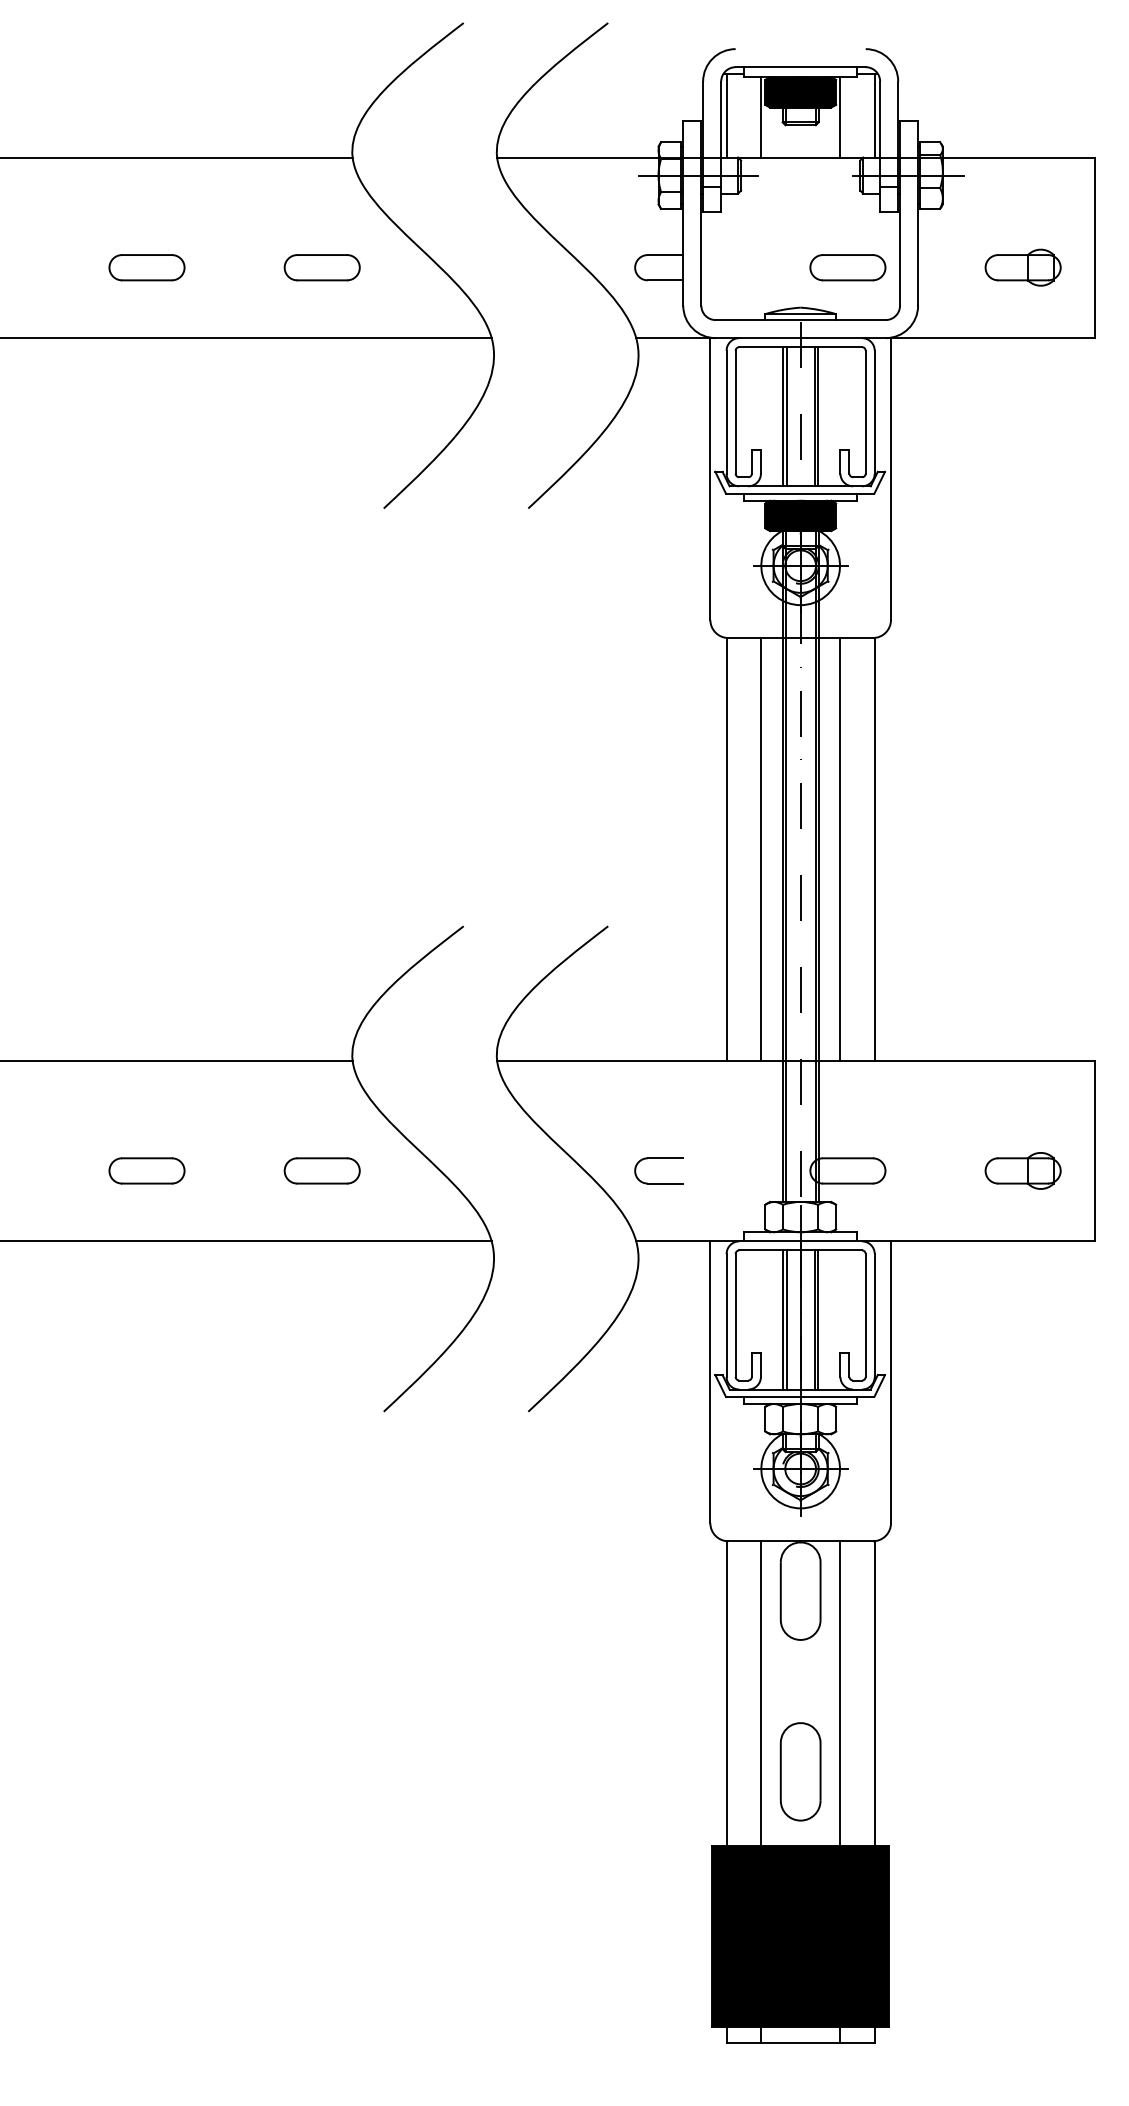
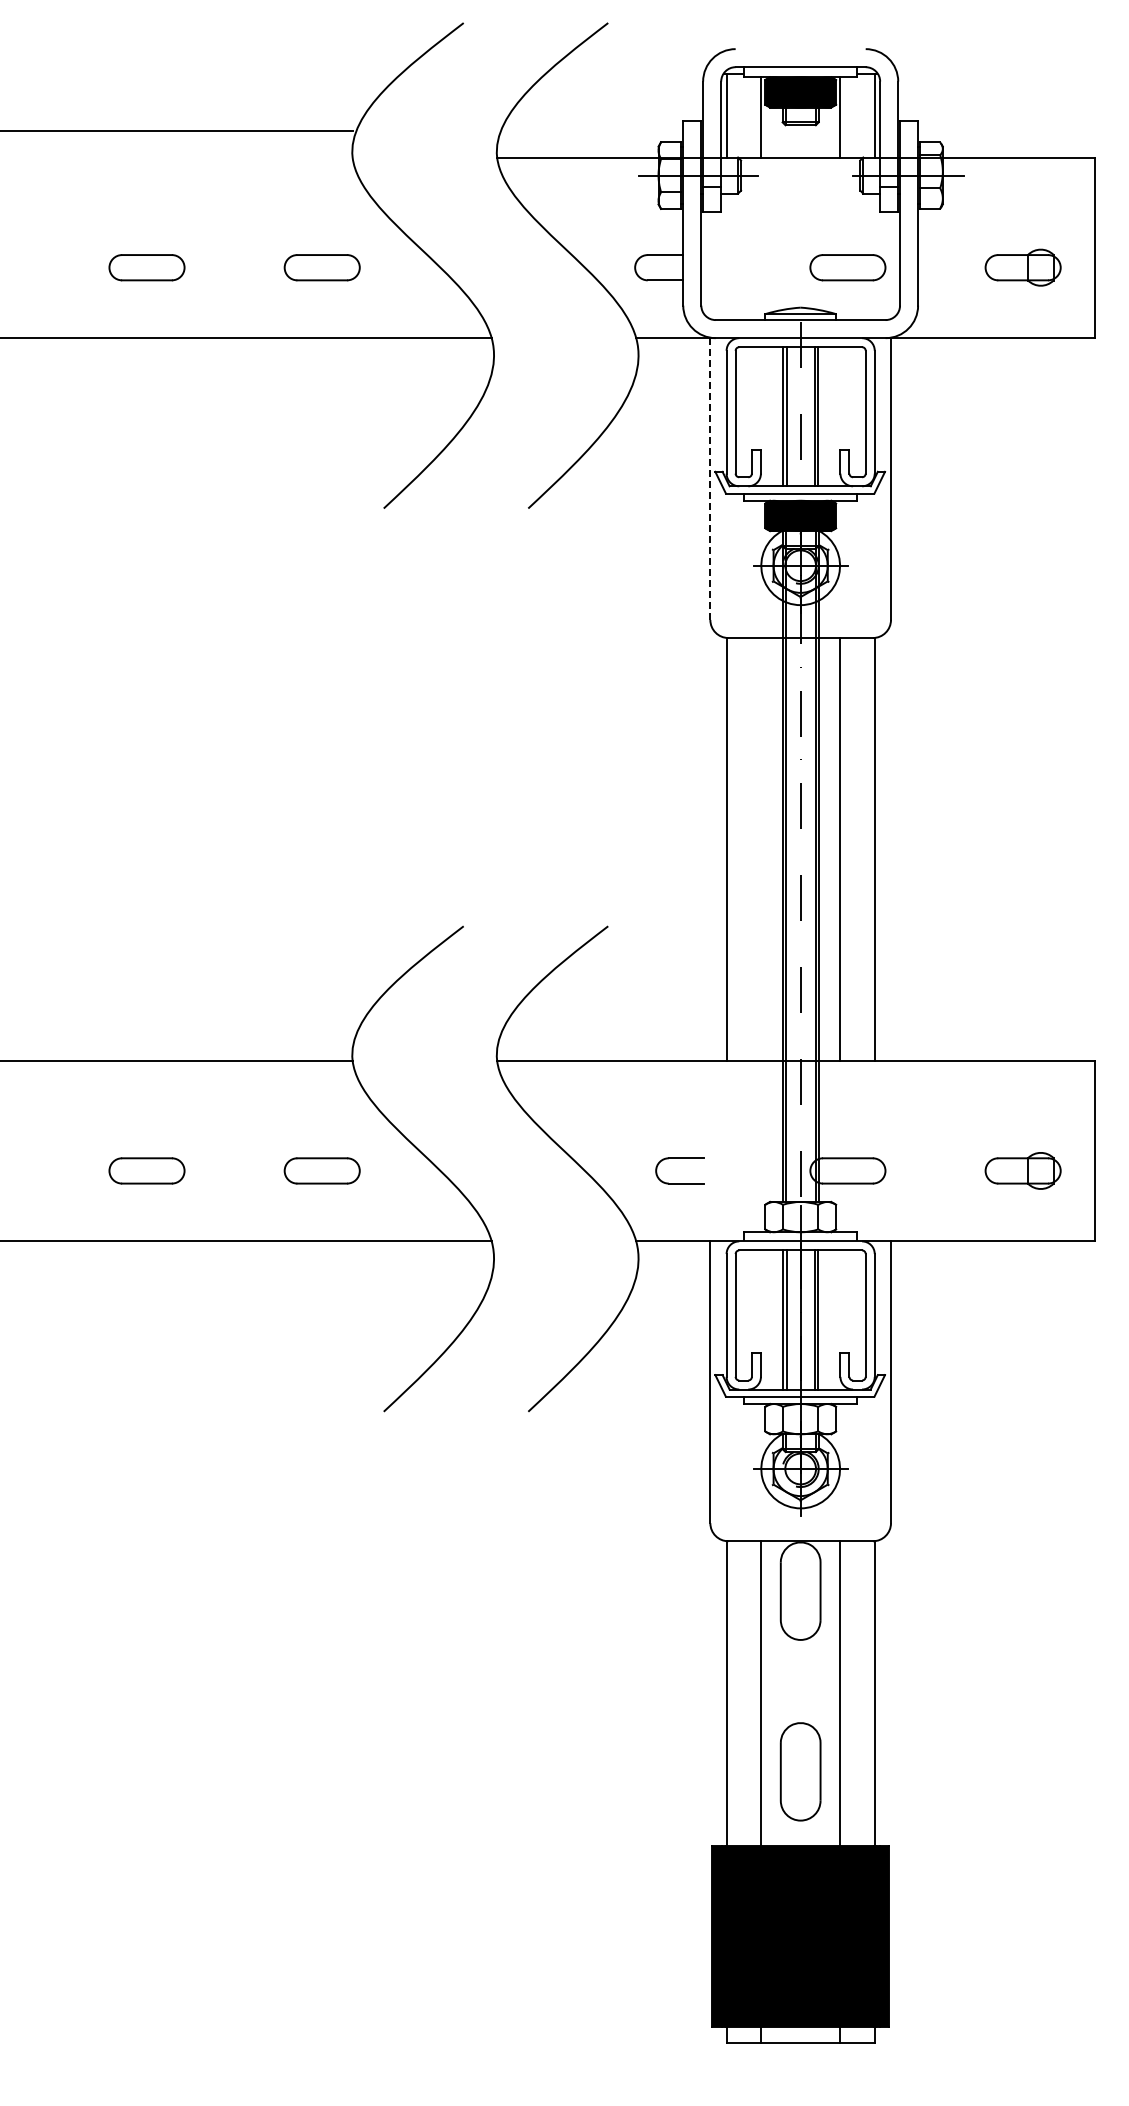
line at (177, 157) position: (177, 157) -> (177, 130)
line at (710, 479): solid -> dashed
line at (760, 849): present -> none
part at (658, 1158) position: (658, 1158) -> (679, 1158)
